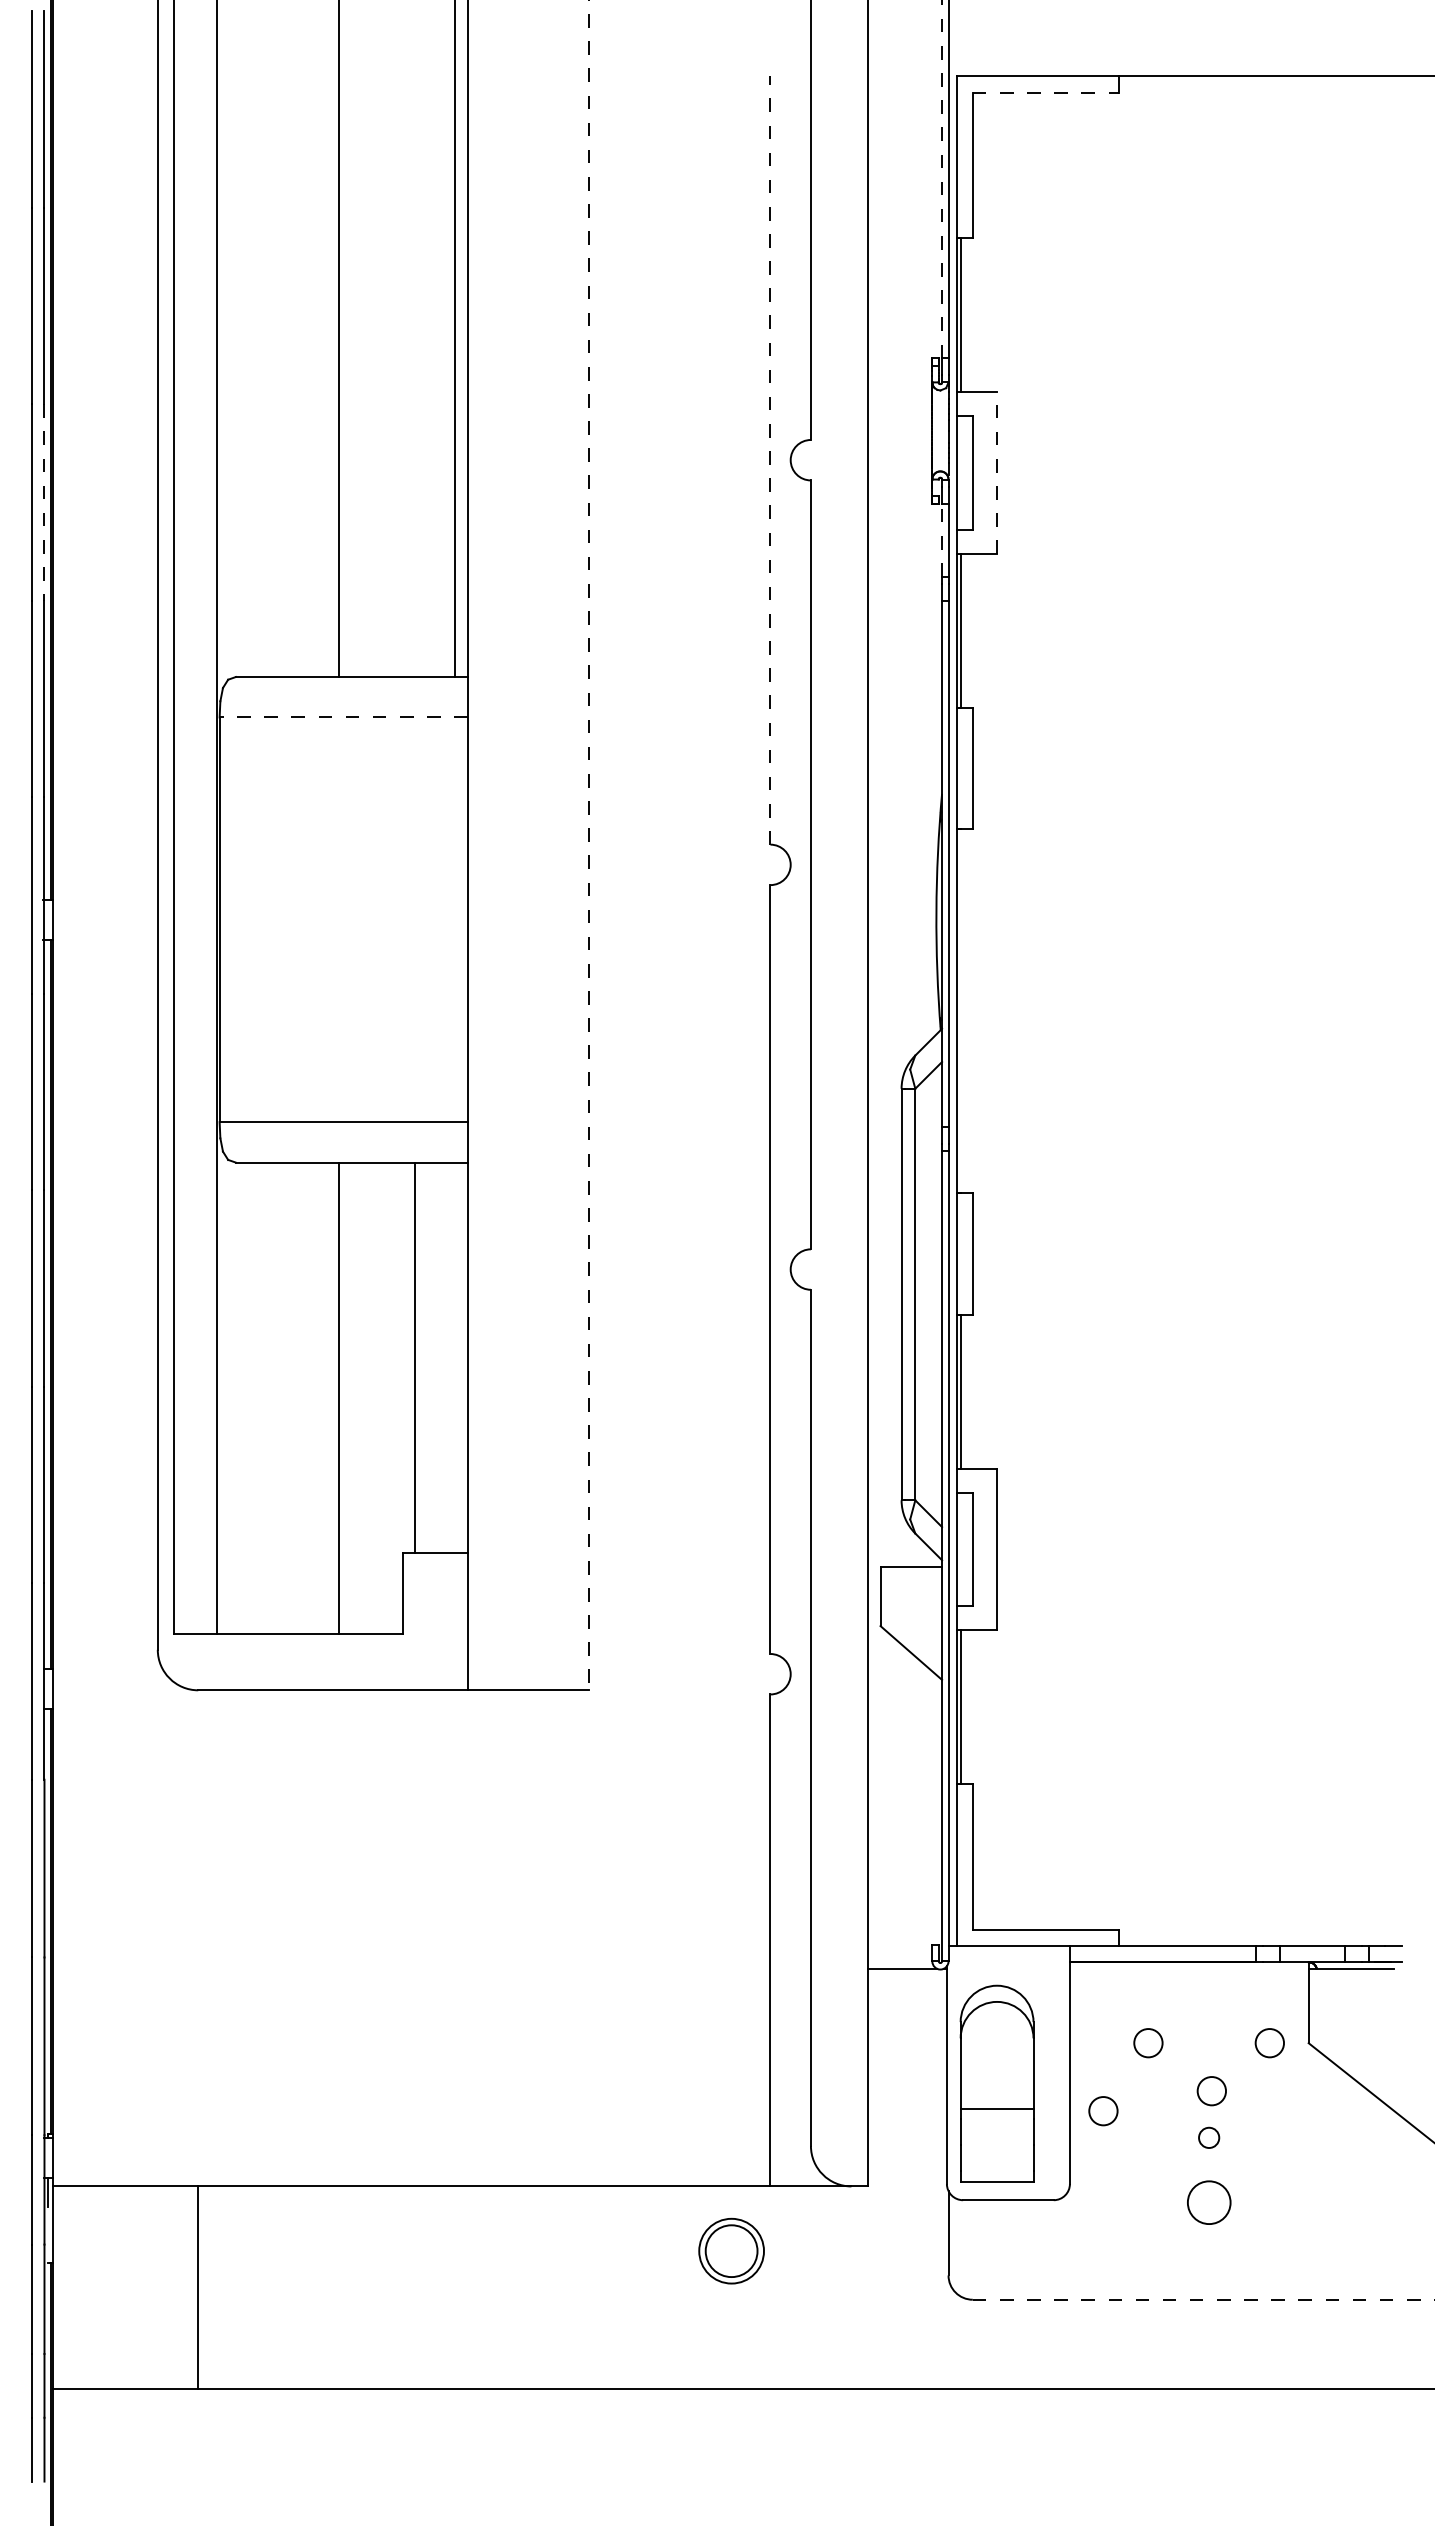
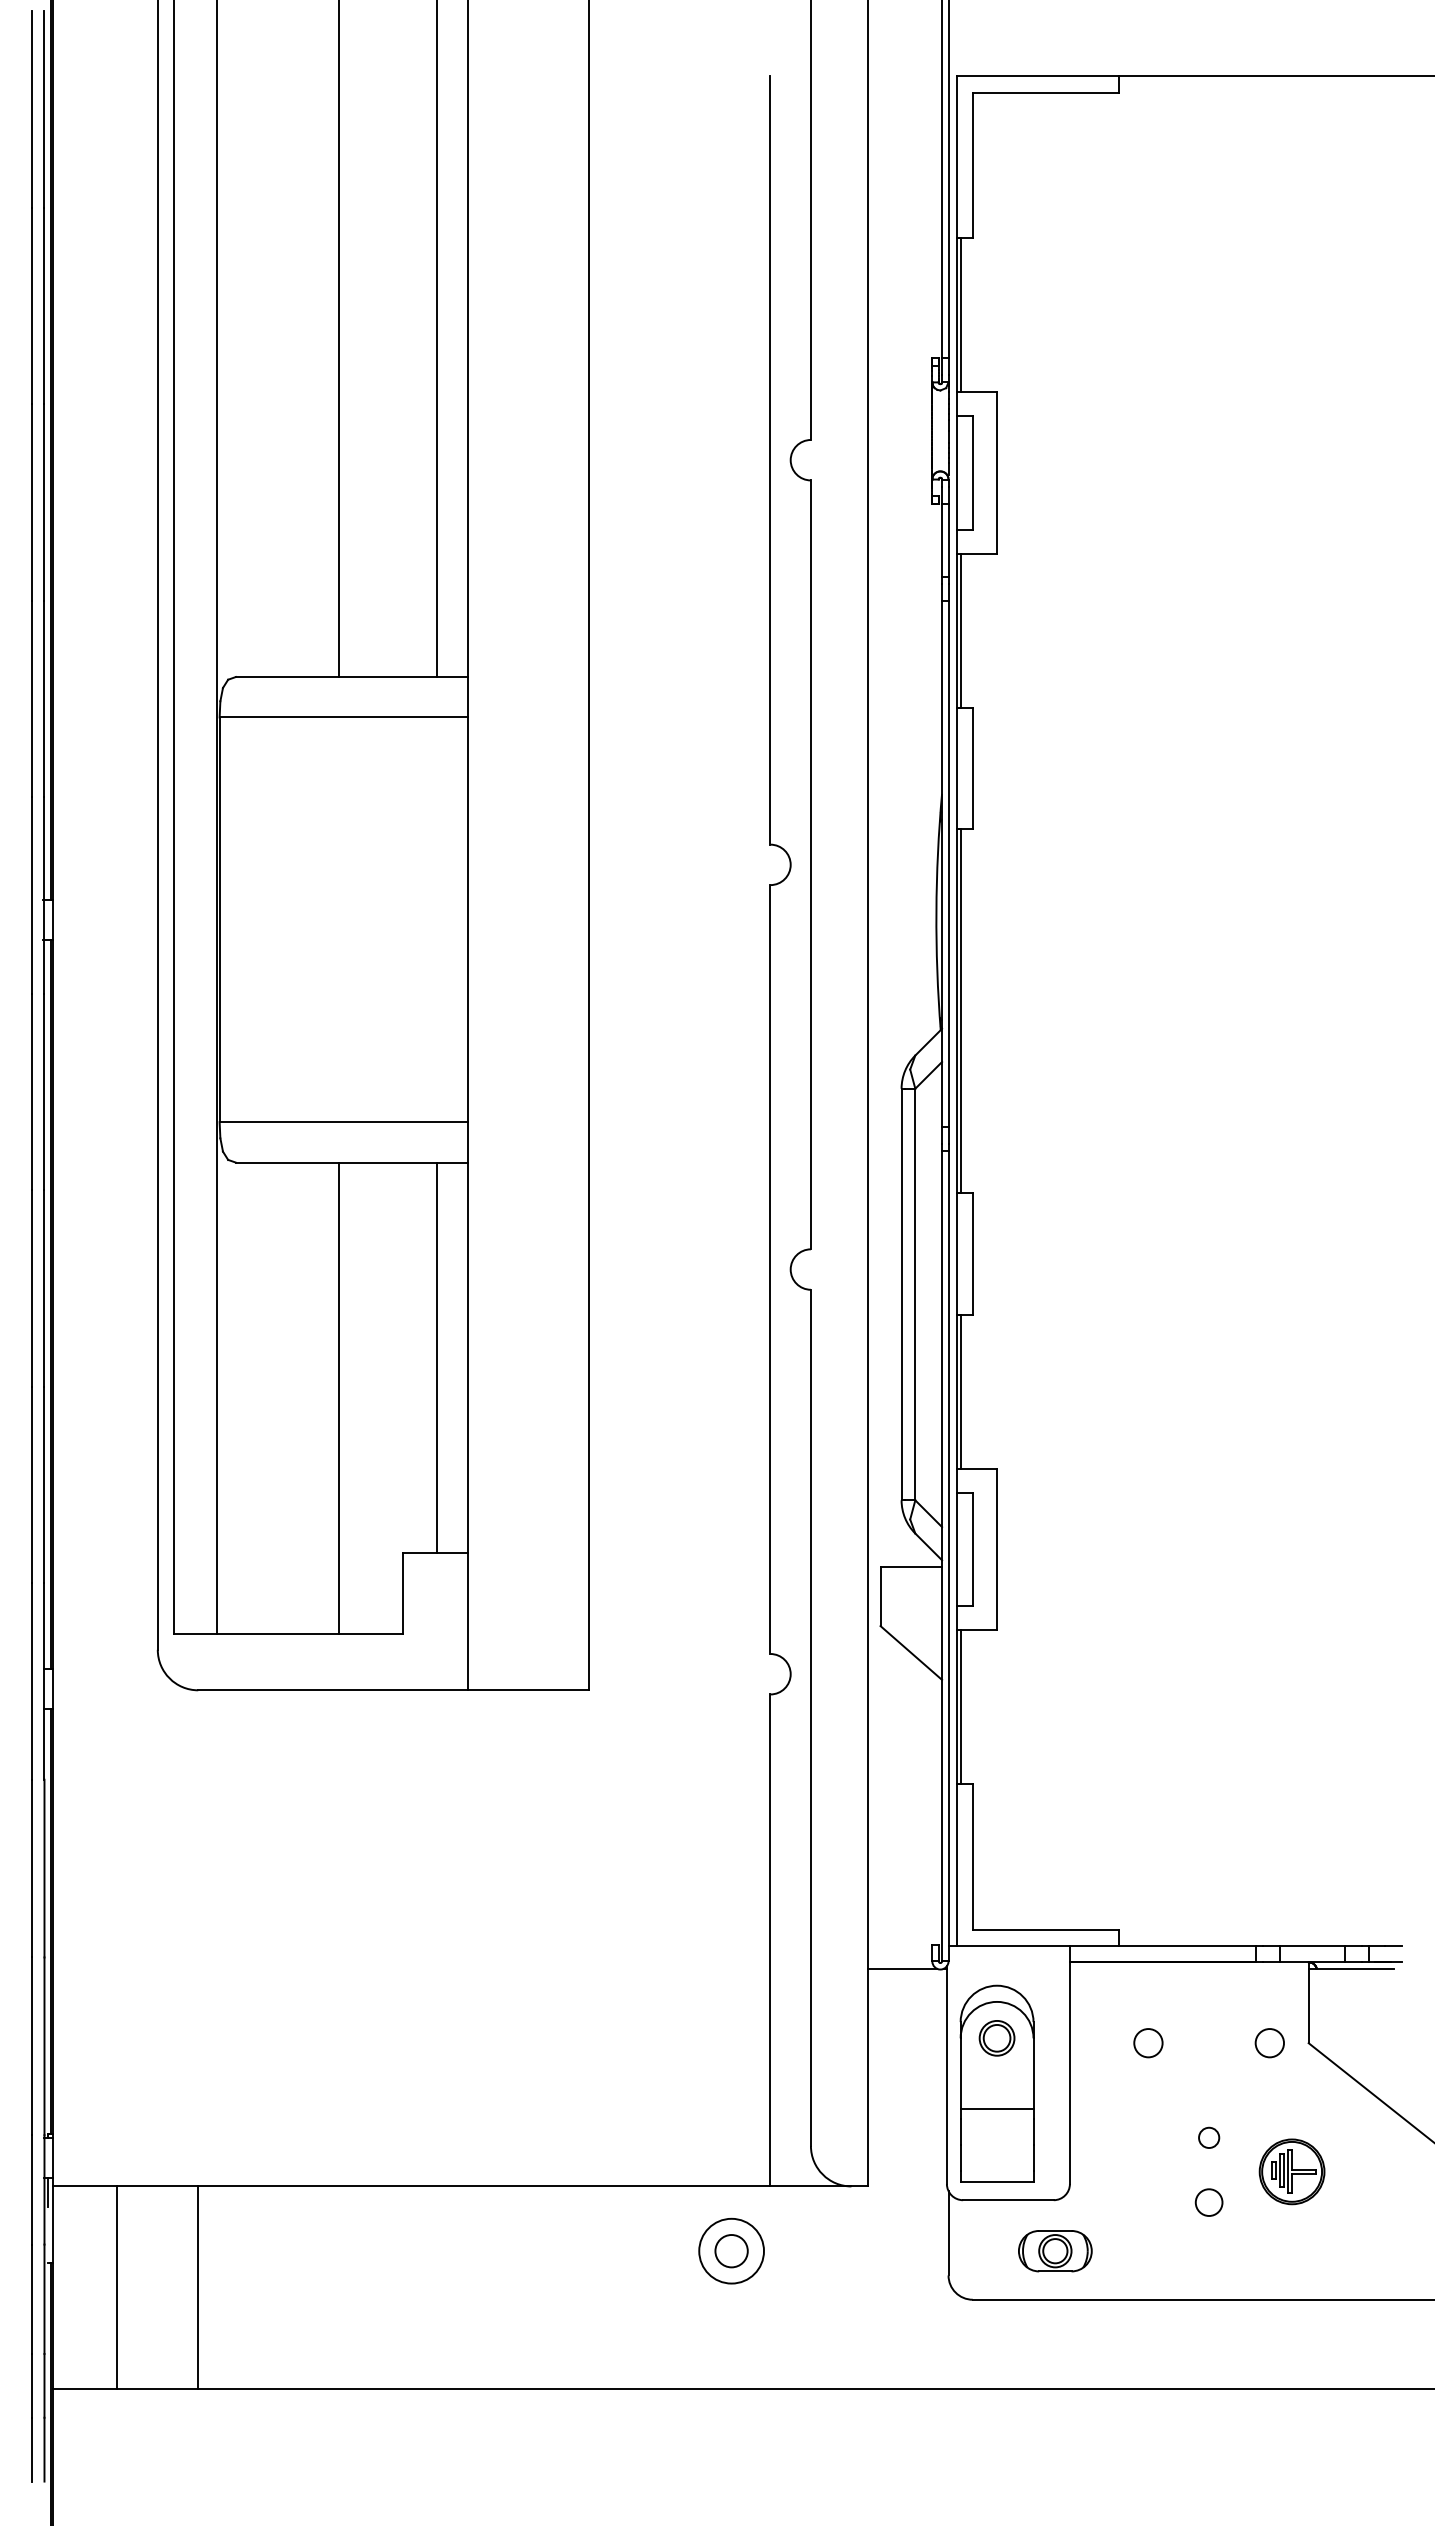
line at (1045, 92): dashed -> solid
line at (942, 179): dashed -> solid
line at (455, 339) position: (455, 339) -> (437, 339)
line at (770, 459): dashed -> solid
line at (997, 473): dashed -> solid
line at (44, 503): dashed -> solid
line at (942, 539): dashed -> solid
line at (343, 717): dashed -> solid
line at (589, 845): dashed -> solid
line at (960, 1011): none -> present
line at (415, 1357) position: (415, 1357) -> (437, 1357)
part at (996, 2038): none -> present
circle at (1211, 2091): present -> none
circle at (1103, 2111): present -> none
part at (1291, 2171): none -> present
circle at (1209, 2202) size: 45x45 px -> 30x29 px
circle at (731, 2251) diameter: 52 px -> 32 px
part at (1055, 2251): none -> present
line at (117, 2287): none -> present
line at (1203, 2299): dashed -> solid
